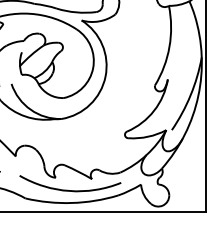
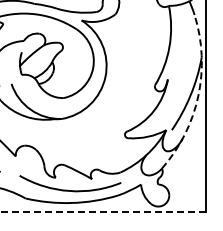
arc at (198, 96): solid -> dashed
line at (103, 211): solid -> dashed
